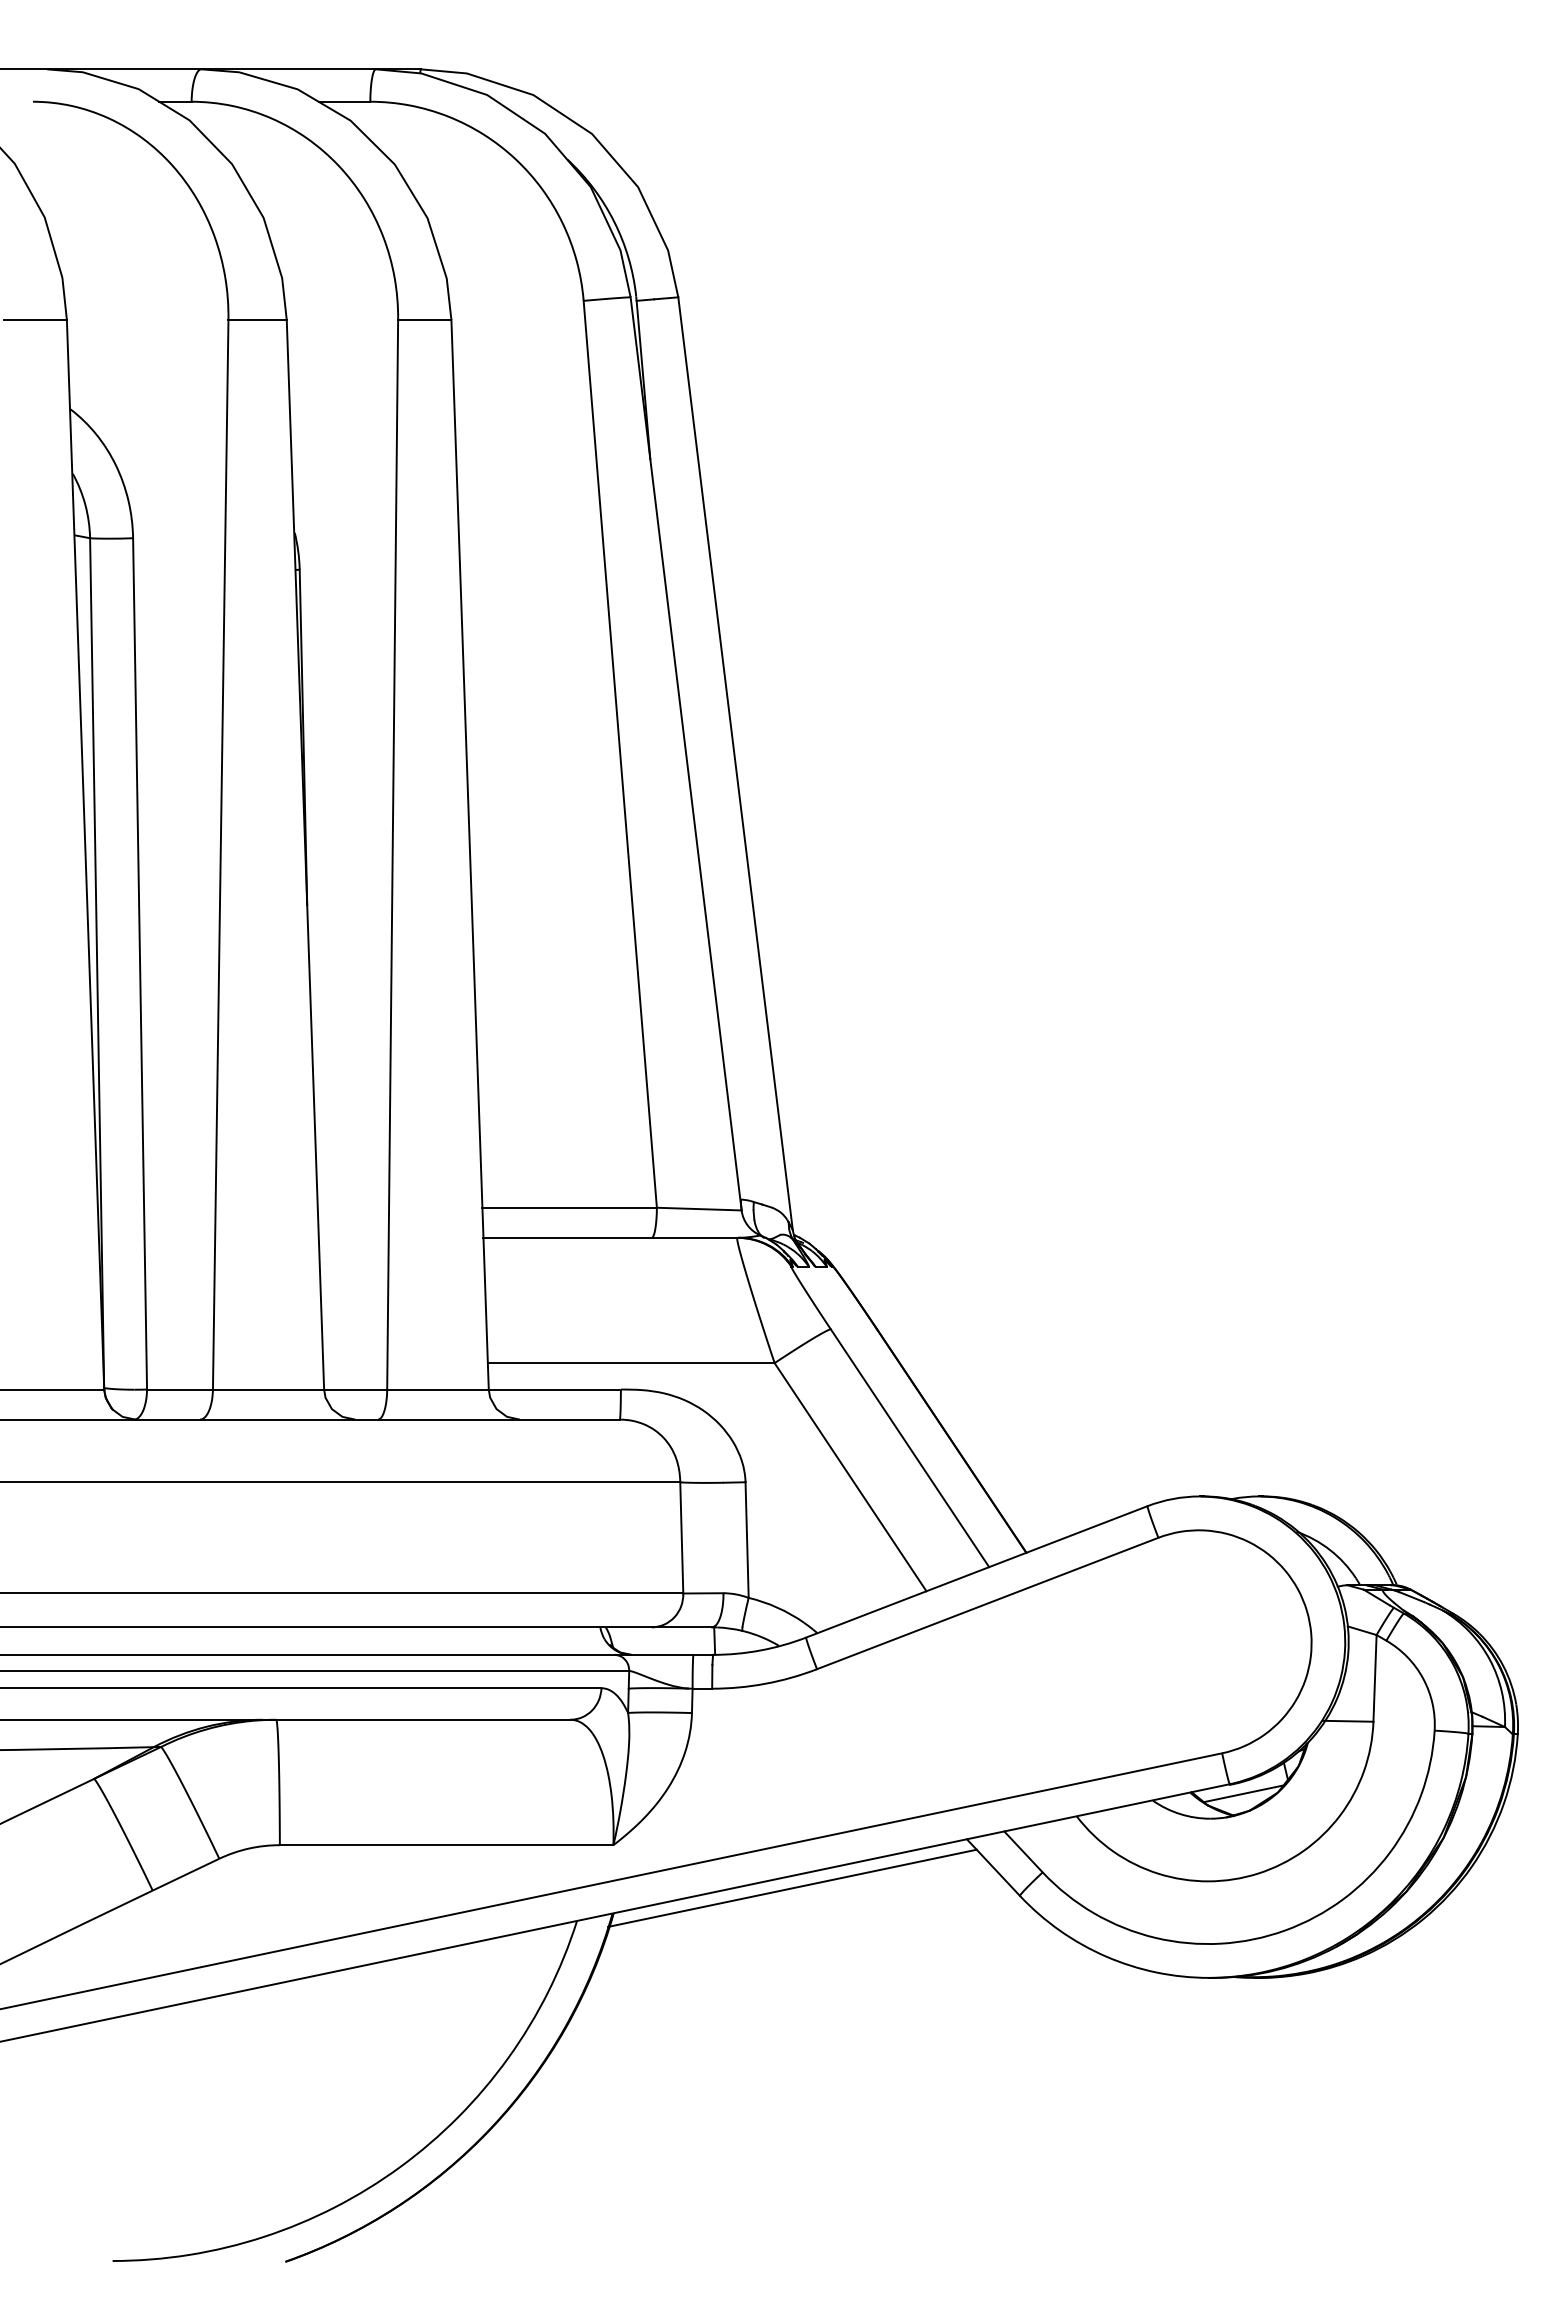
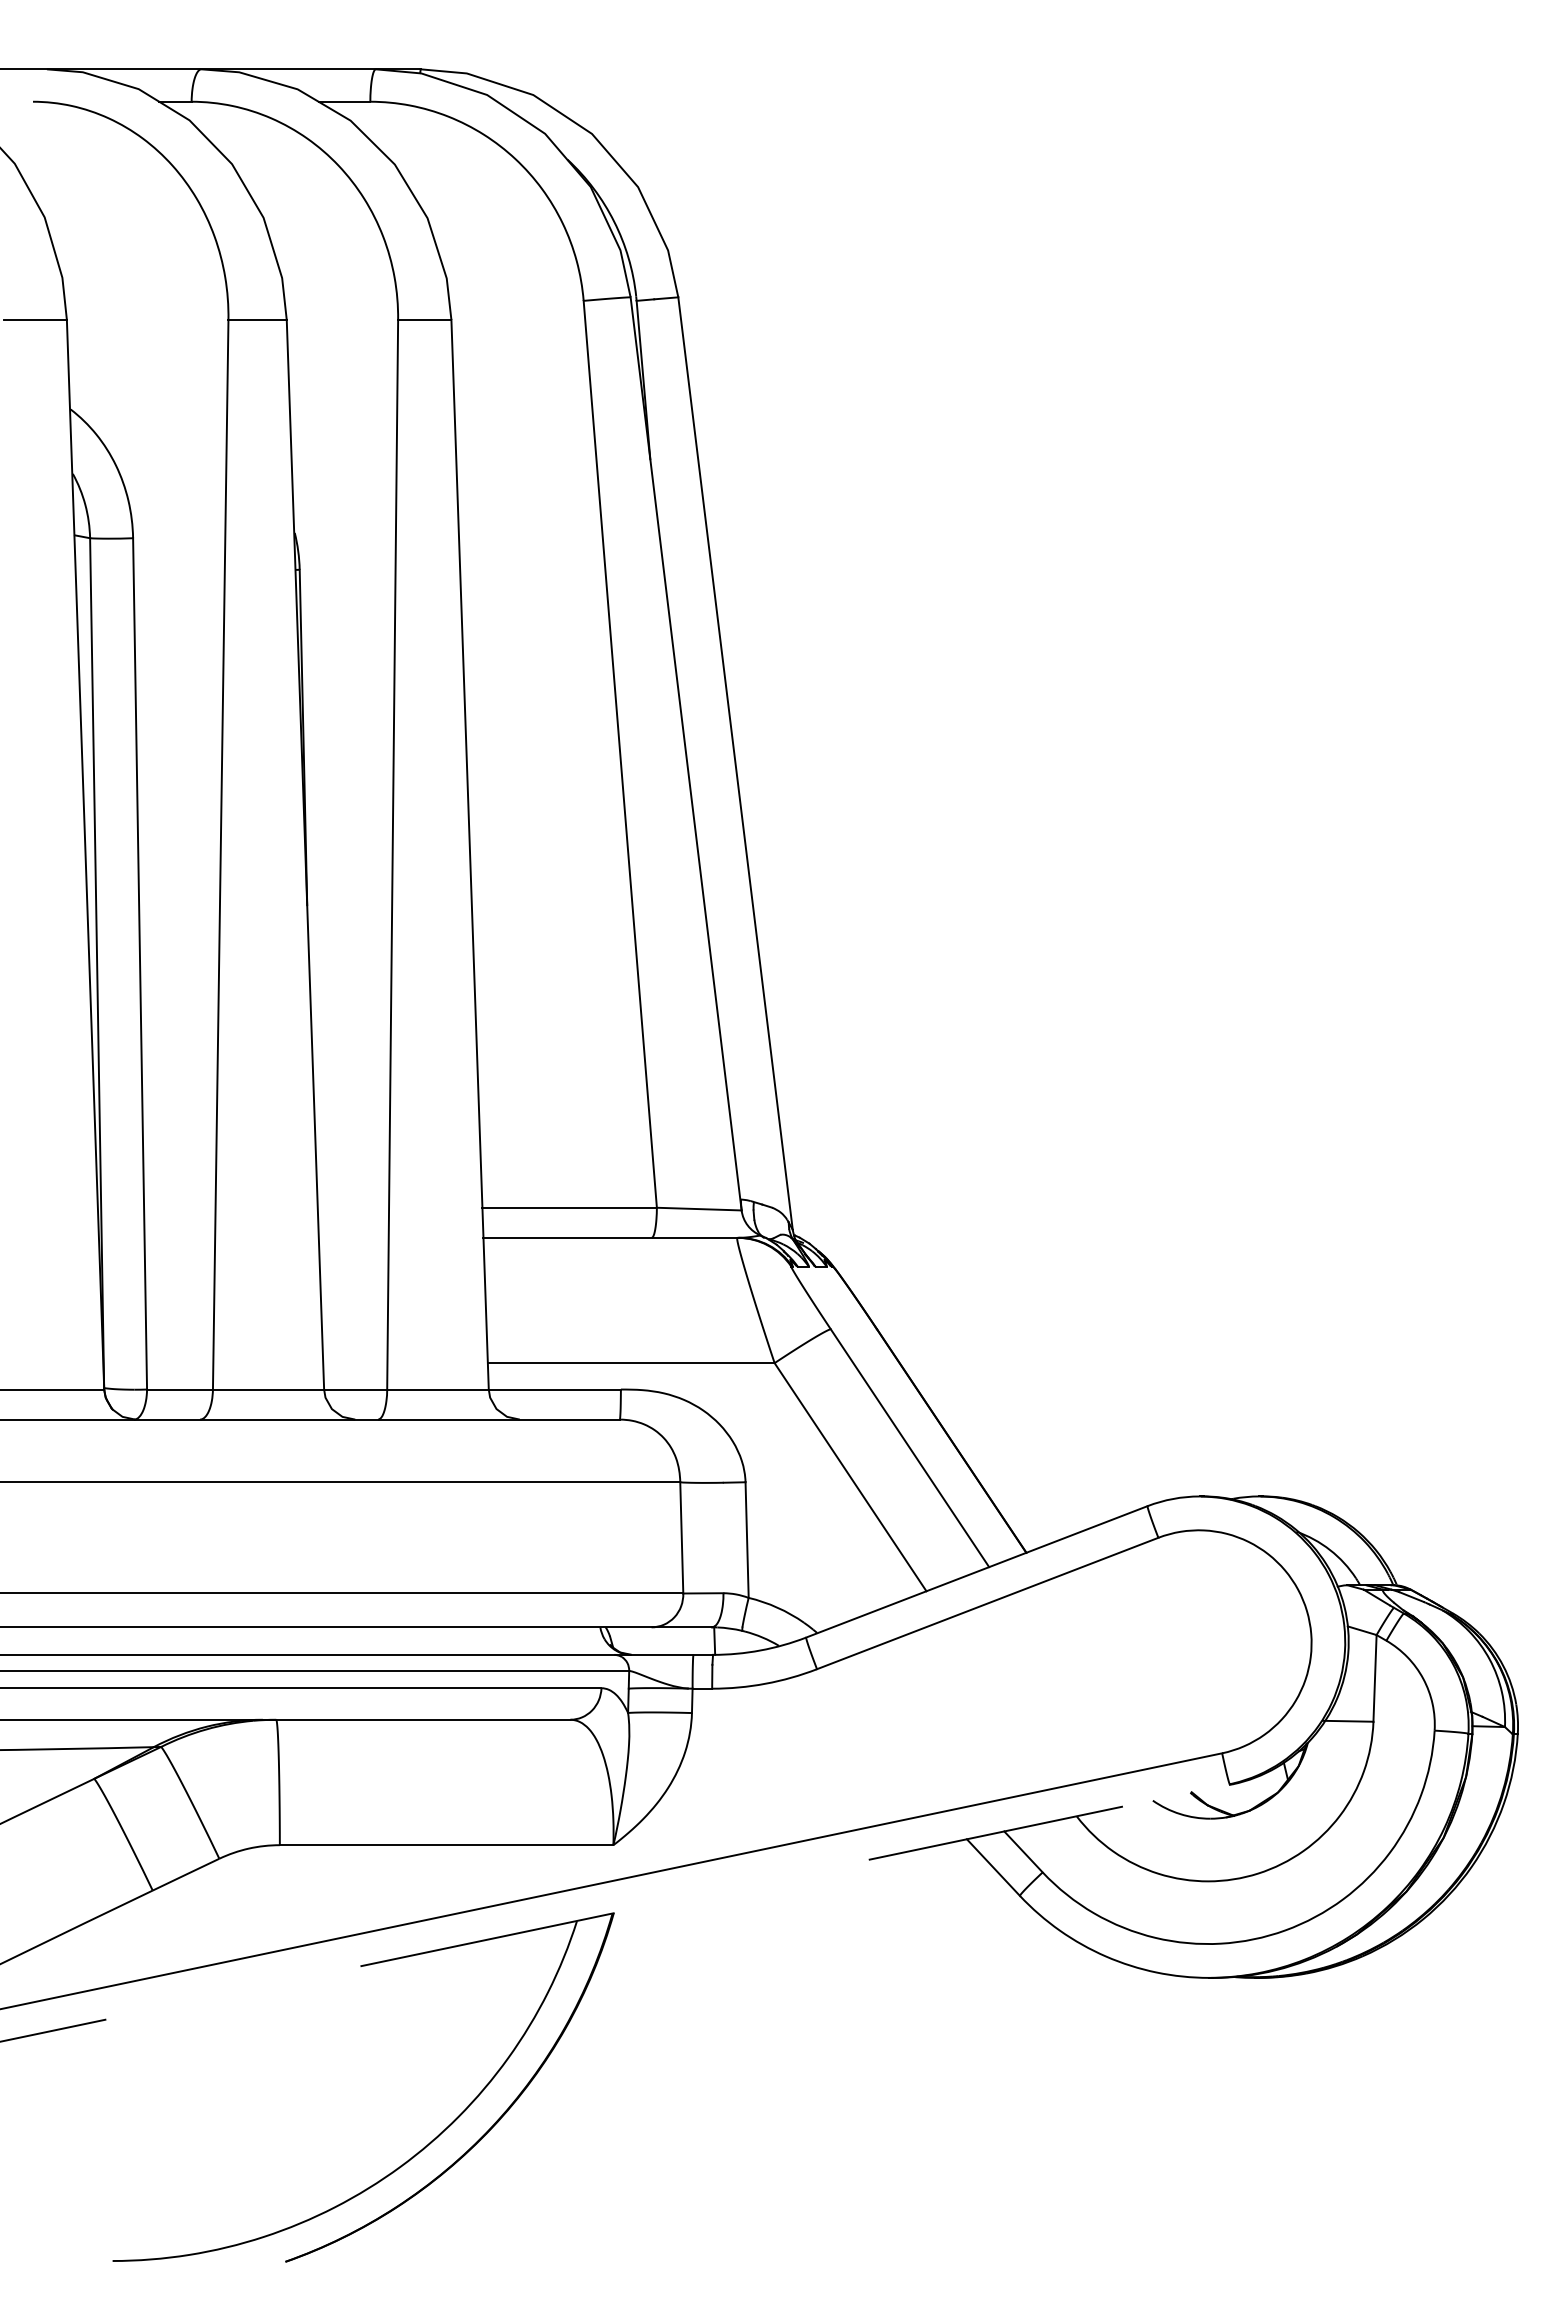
line at (1243, 1793): present -> none
line at (792, 1887): present -> none
line at (615, 1912): solid -> dashed
